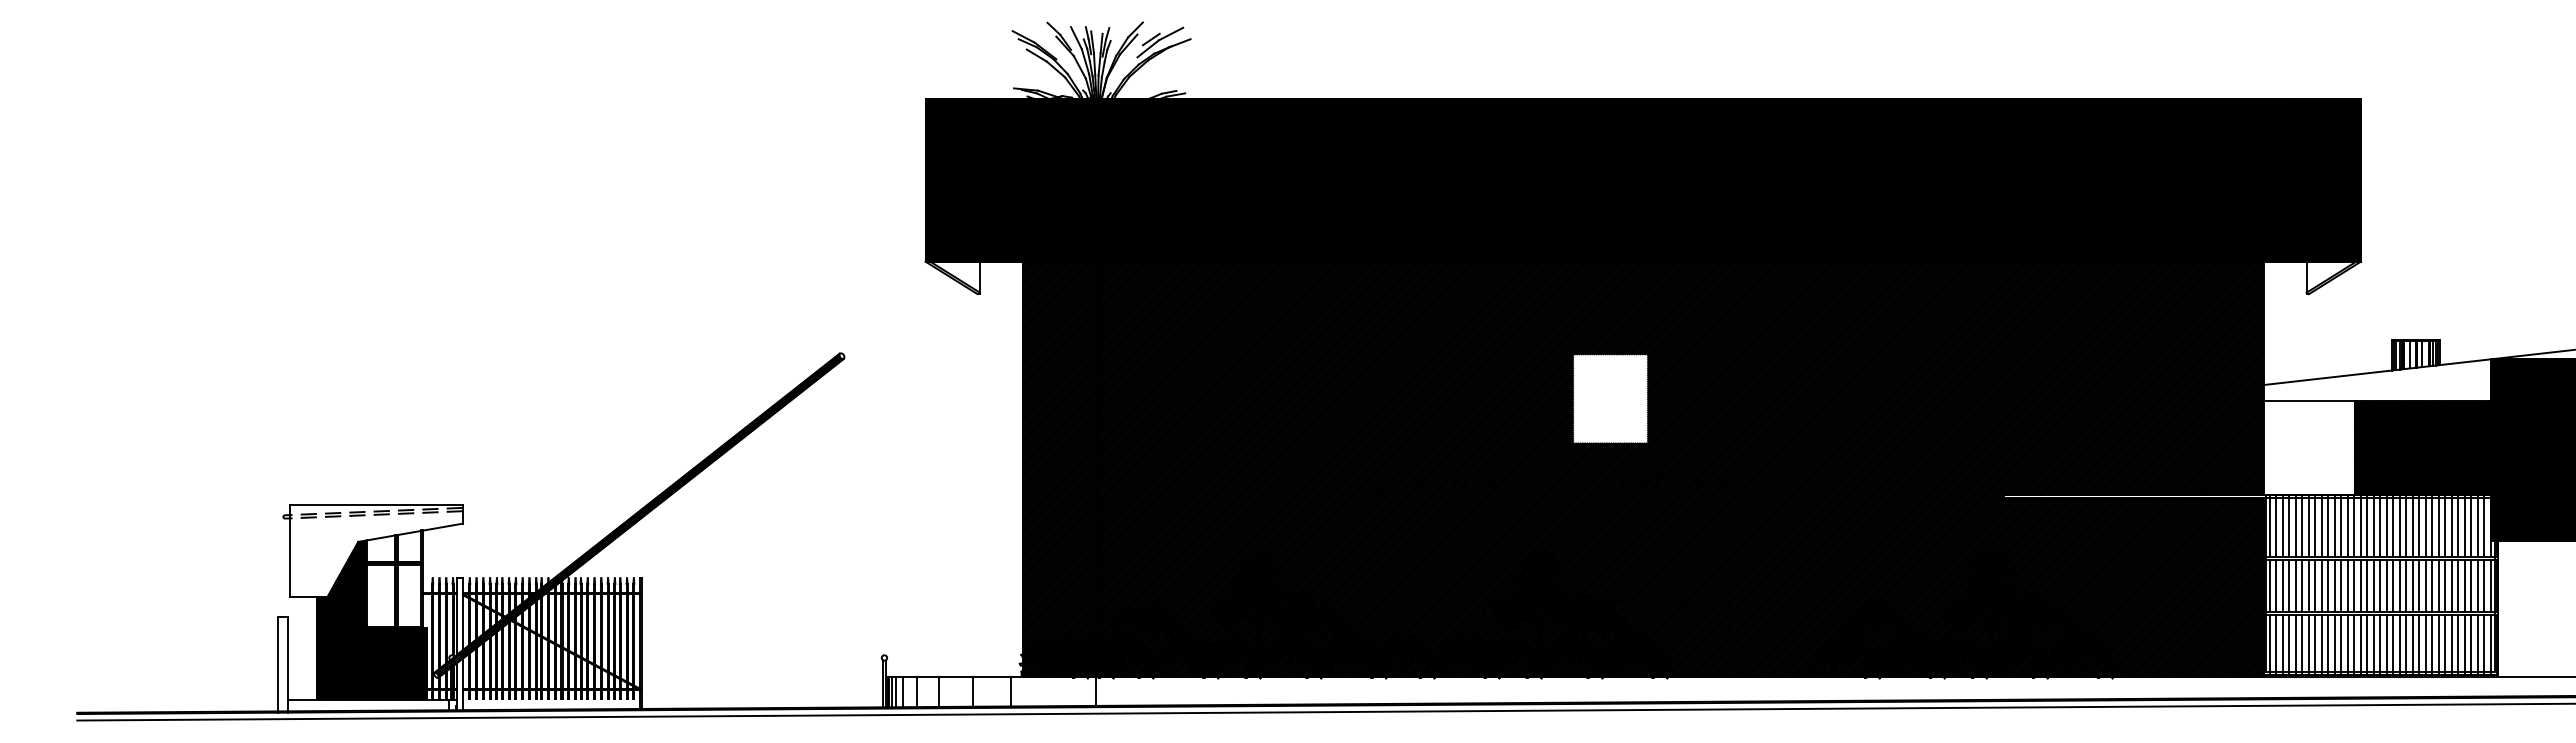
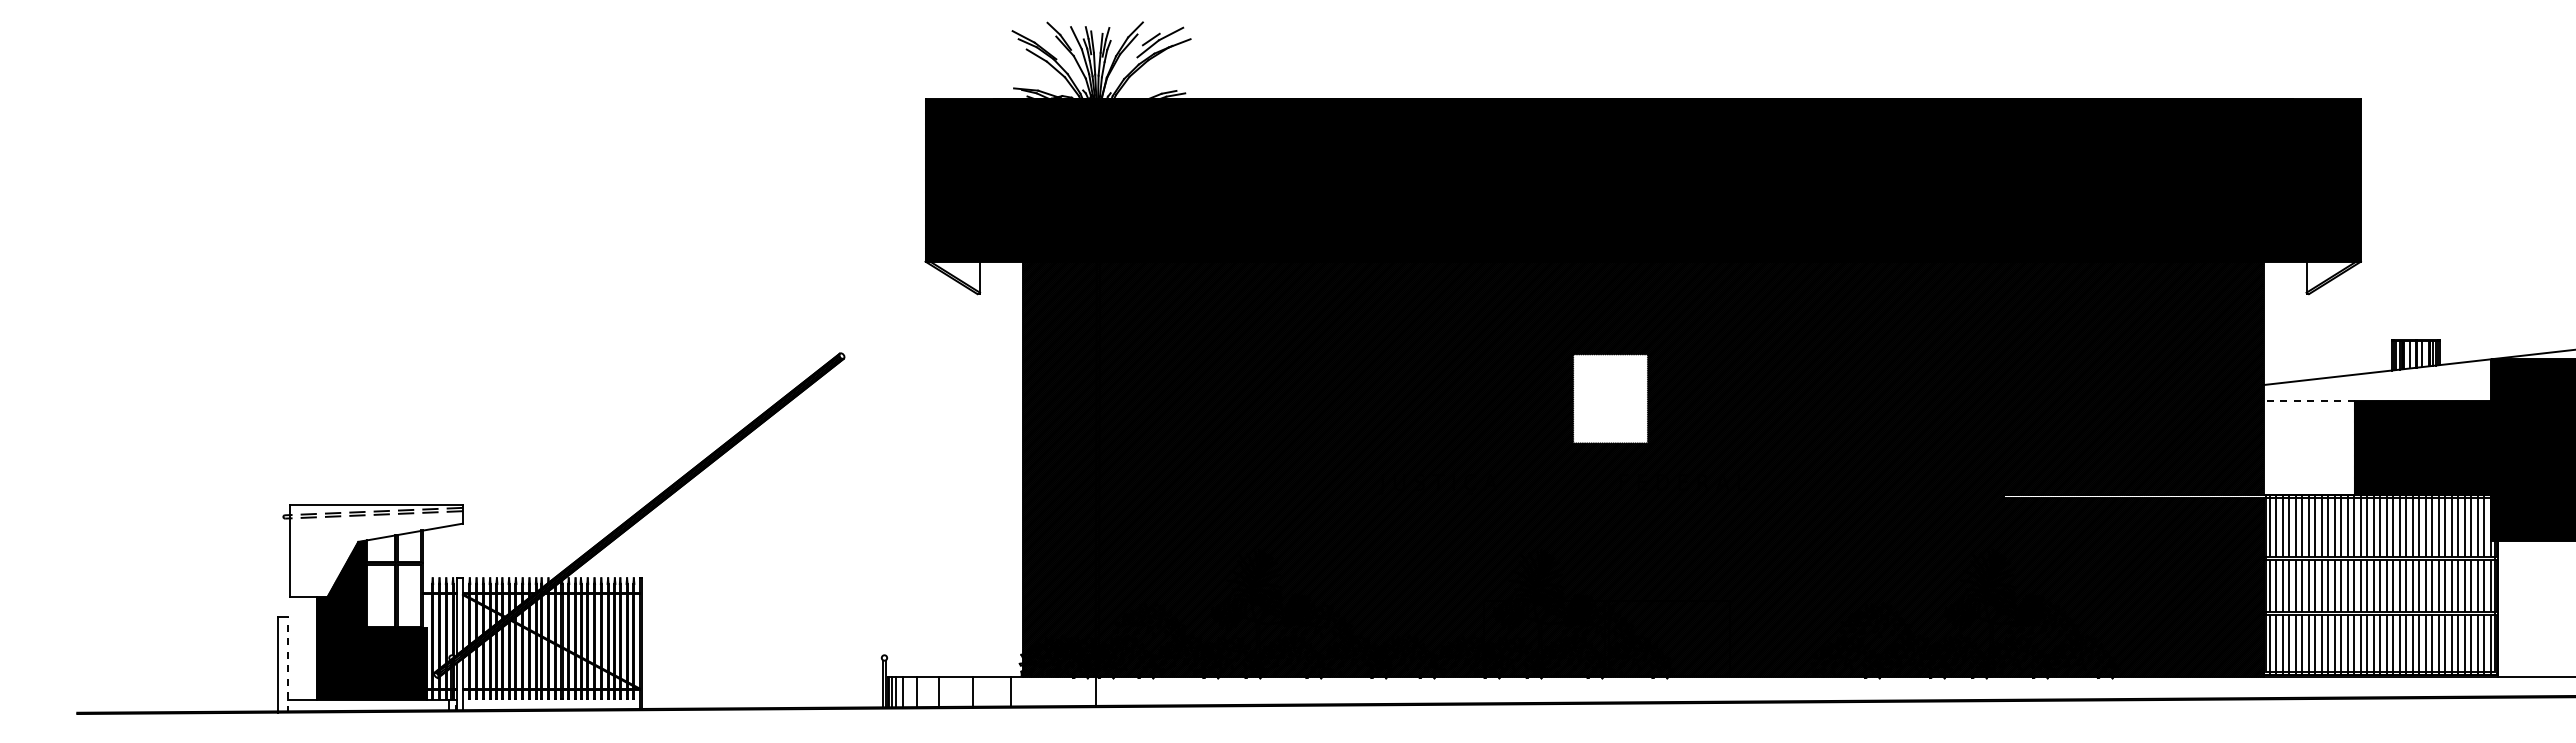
line at (2308, 401): solid -> dashed
line at (287, 664): solid -> dashed
line at (1324, 711): present -> none
